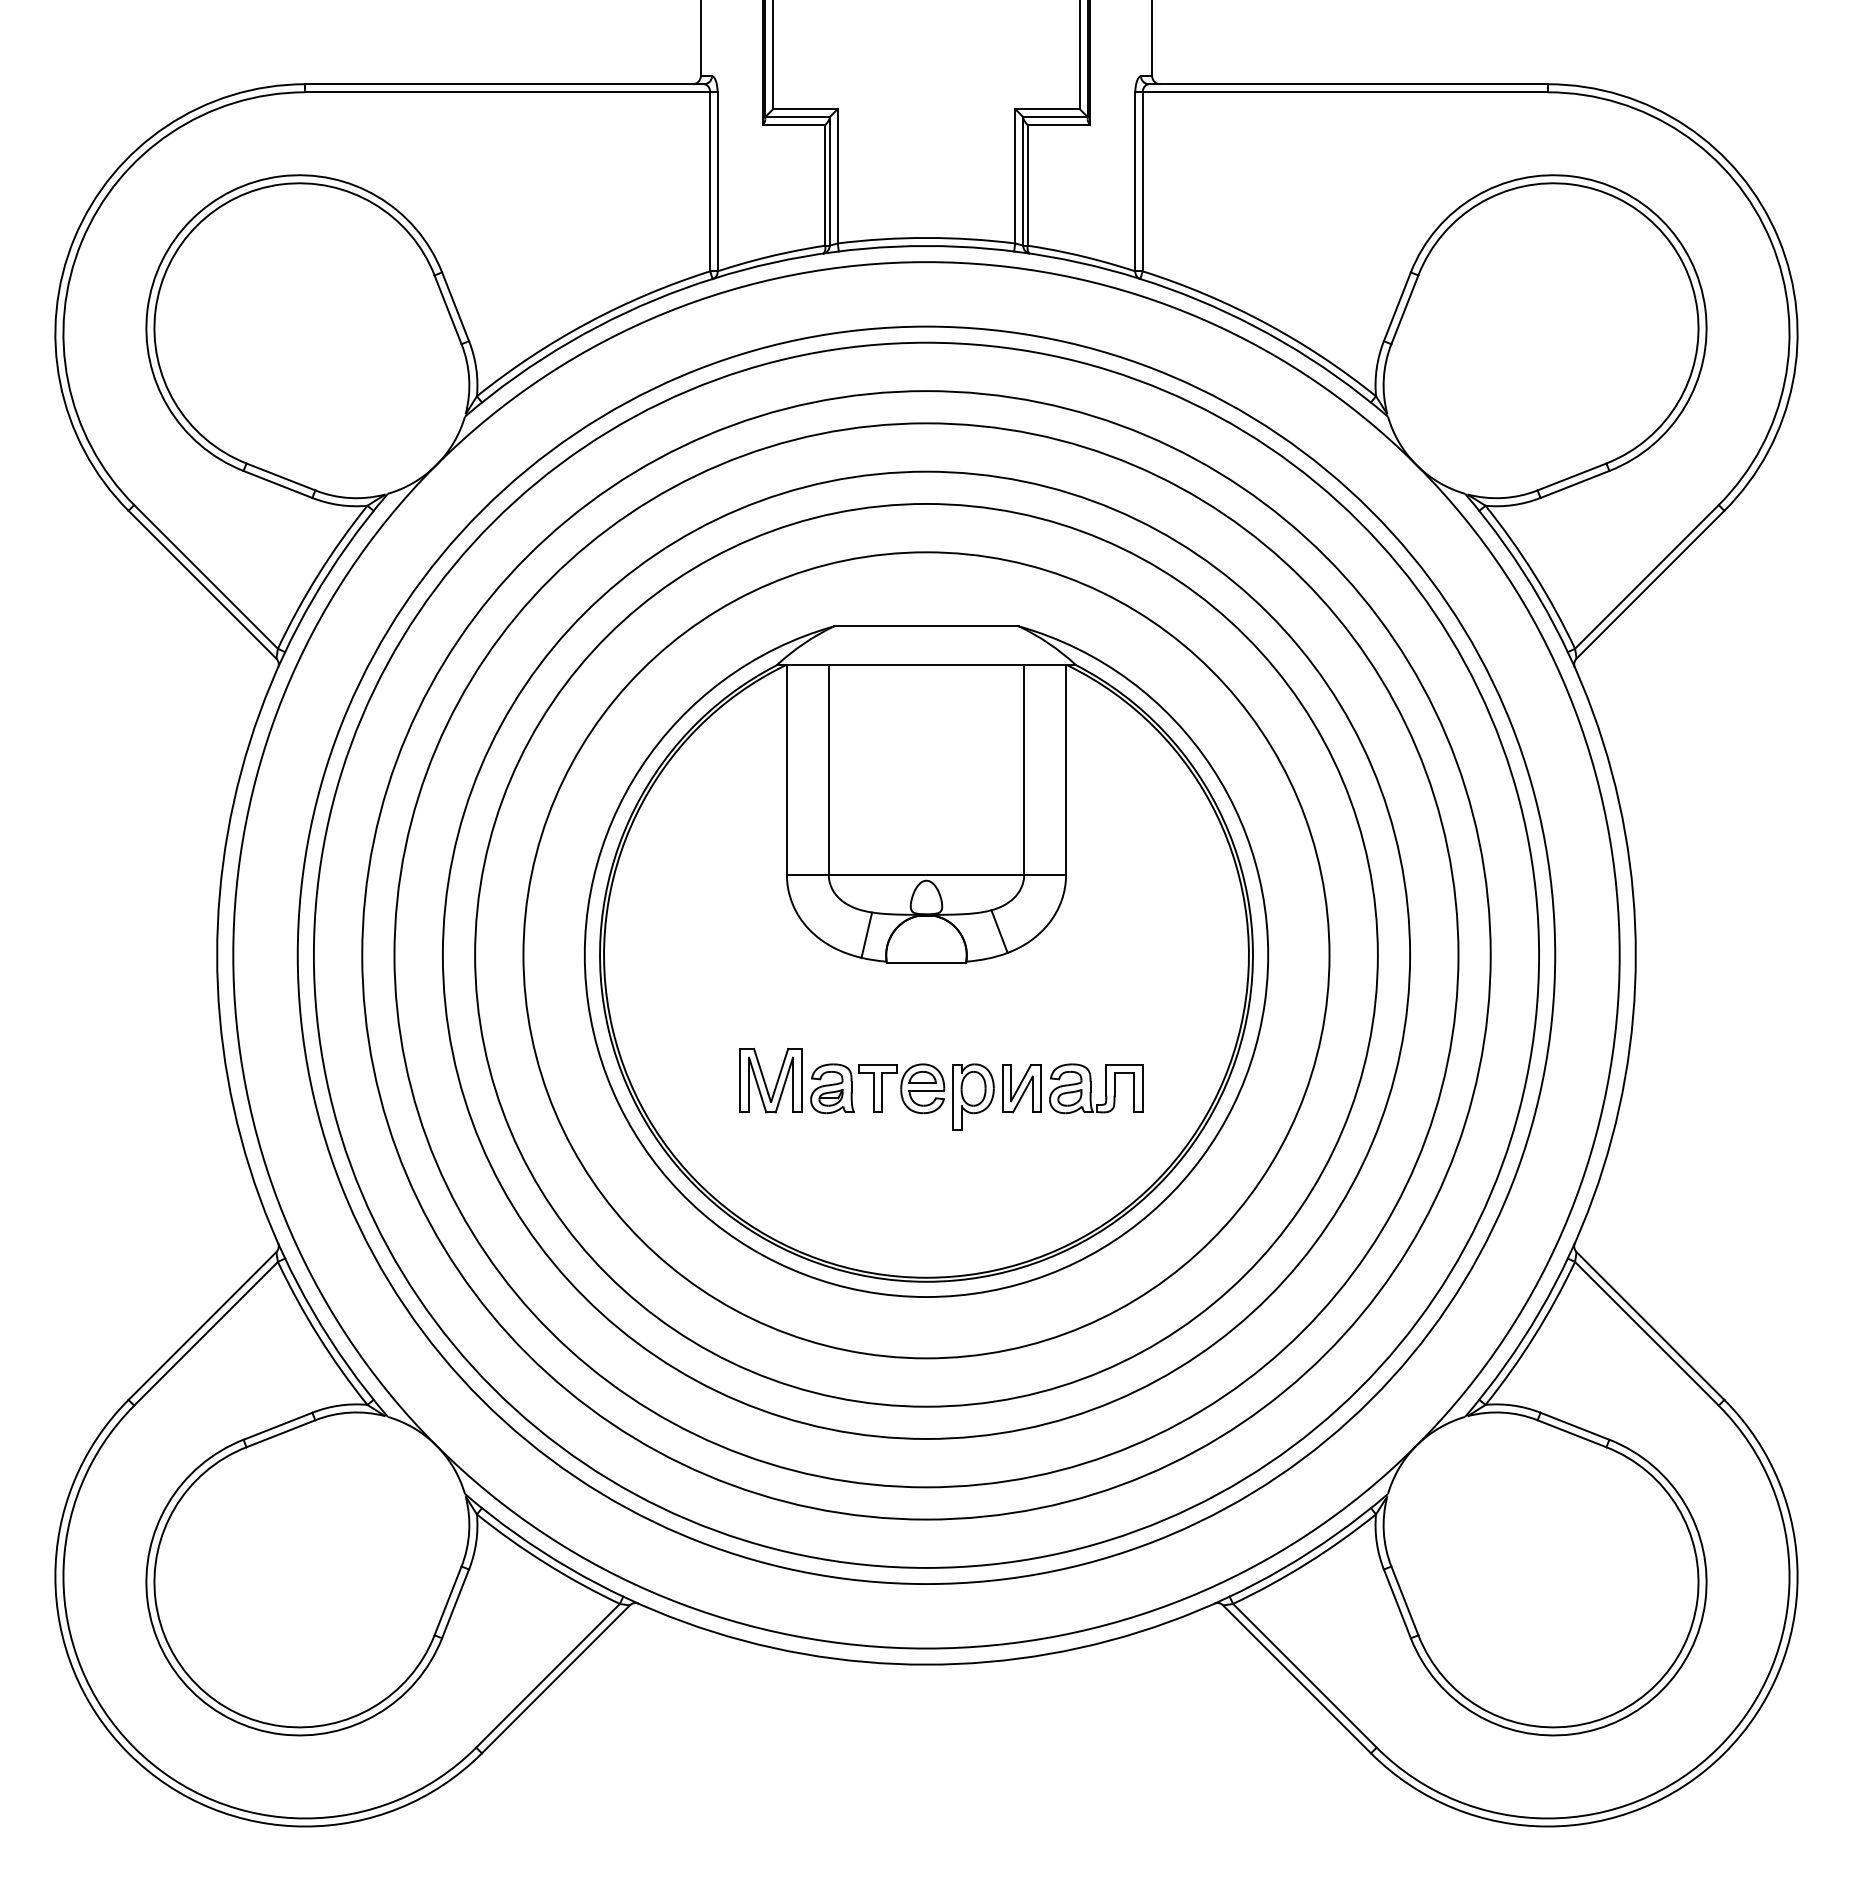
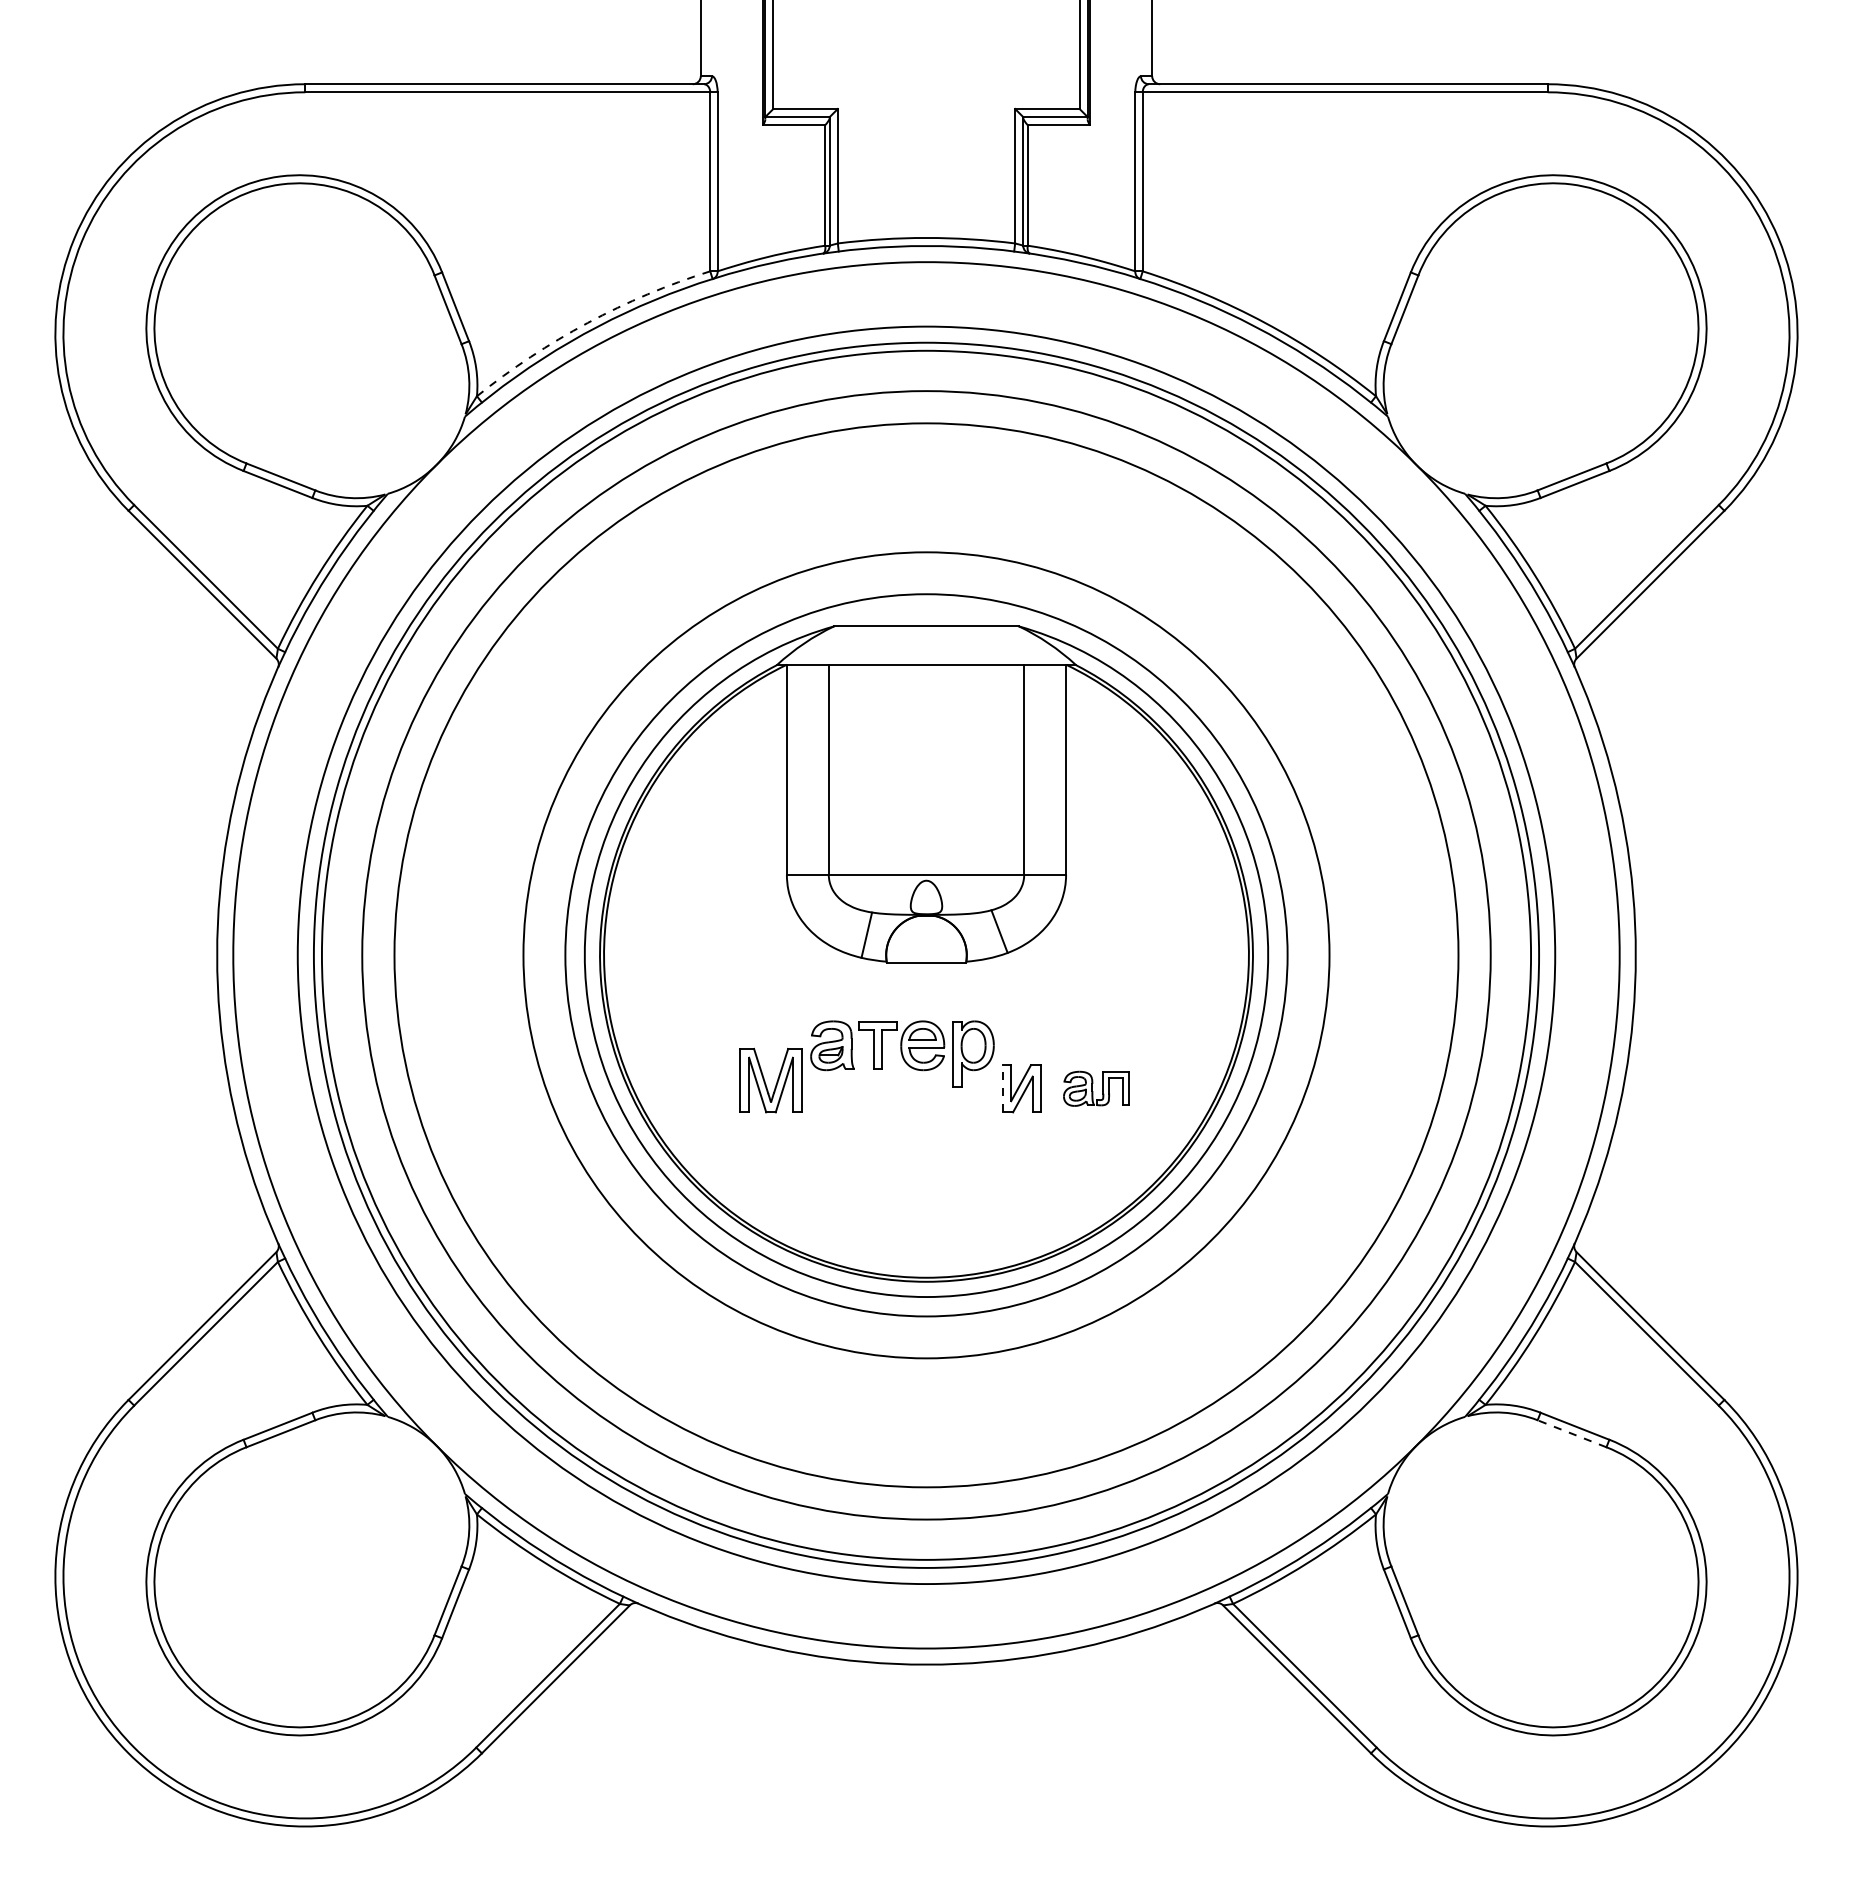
arc at (587, 322): solid -> dashed
circle at (926, 954) diameter: 903 px -> 722 px
circle at (926, 954) diameter: 967 px -> 1209 px
line at (1002, 1088): solid -> dashed
part at (1096, 1088) size: 95x52 px -> 67x37 px
part at (902, 1096) position: (902, 1096) -> (902, 1053)
line at (1572, 1433): solid -> dashed
